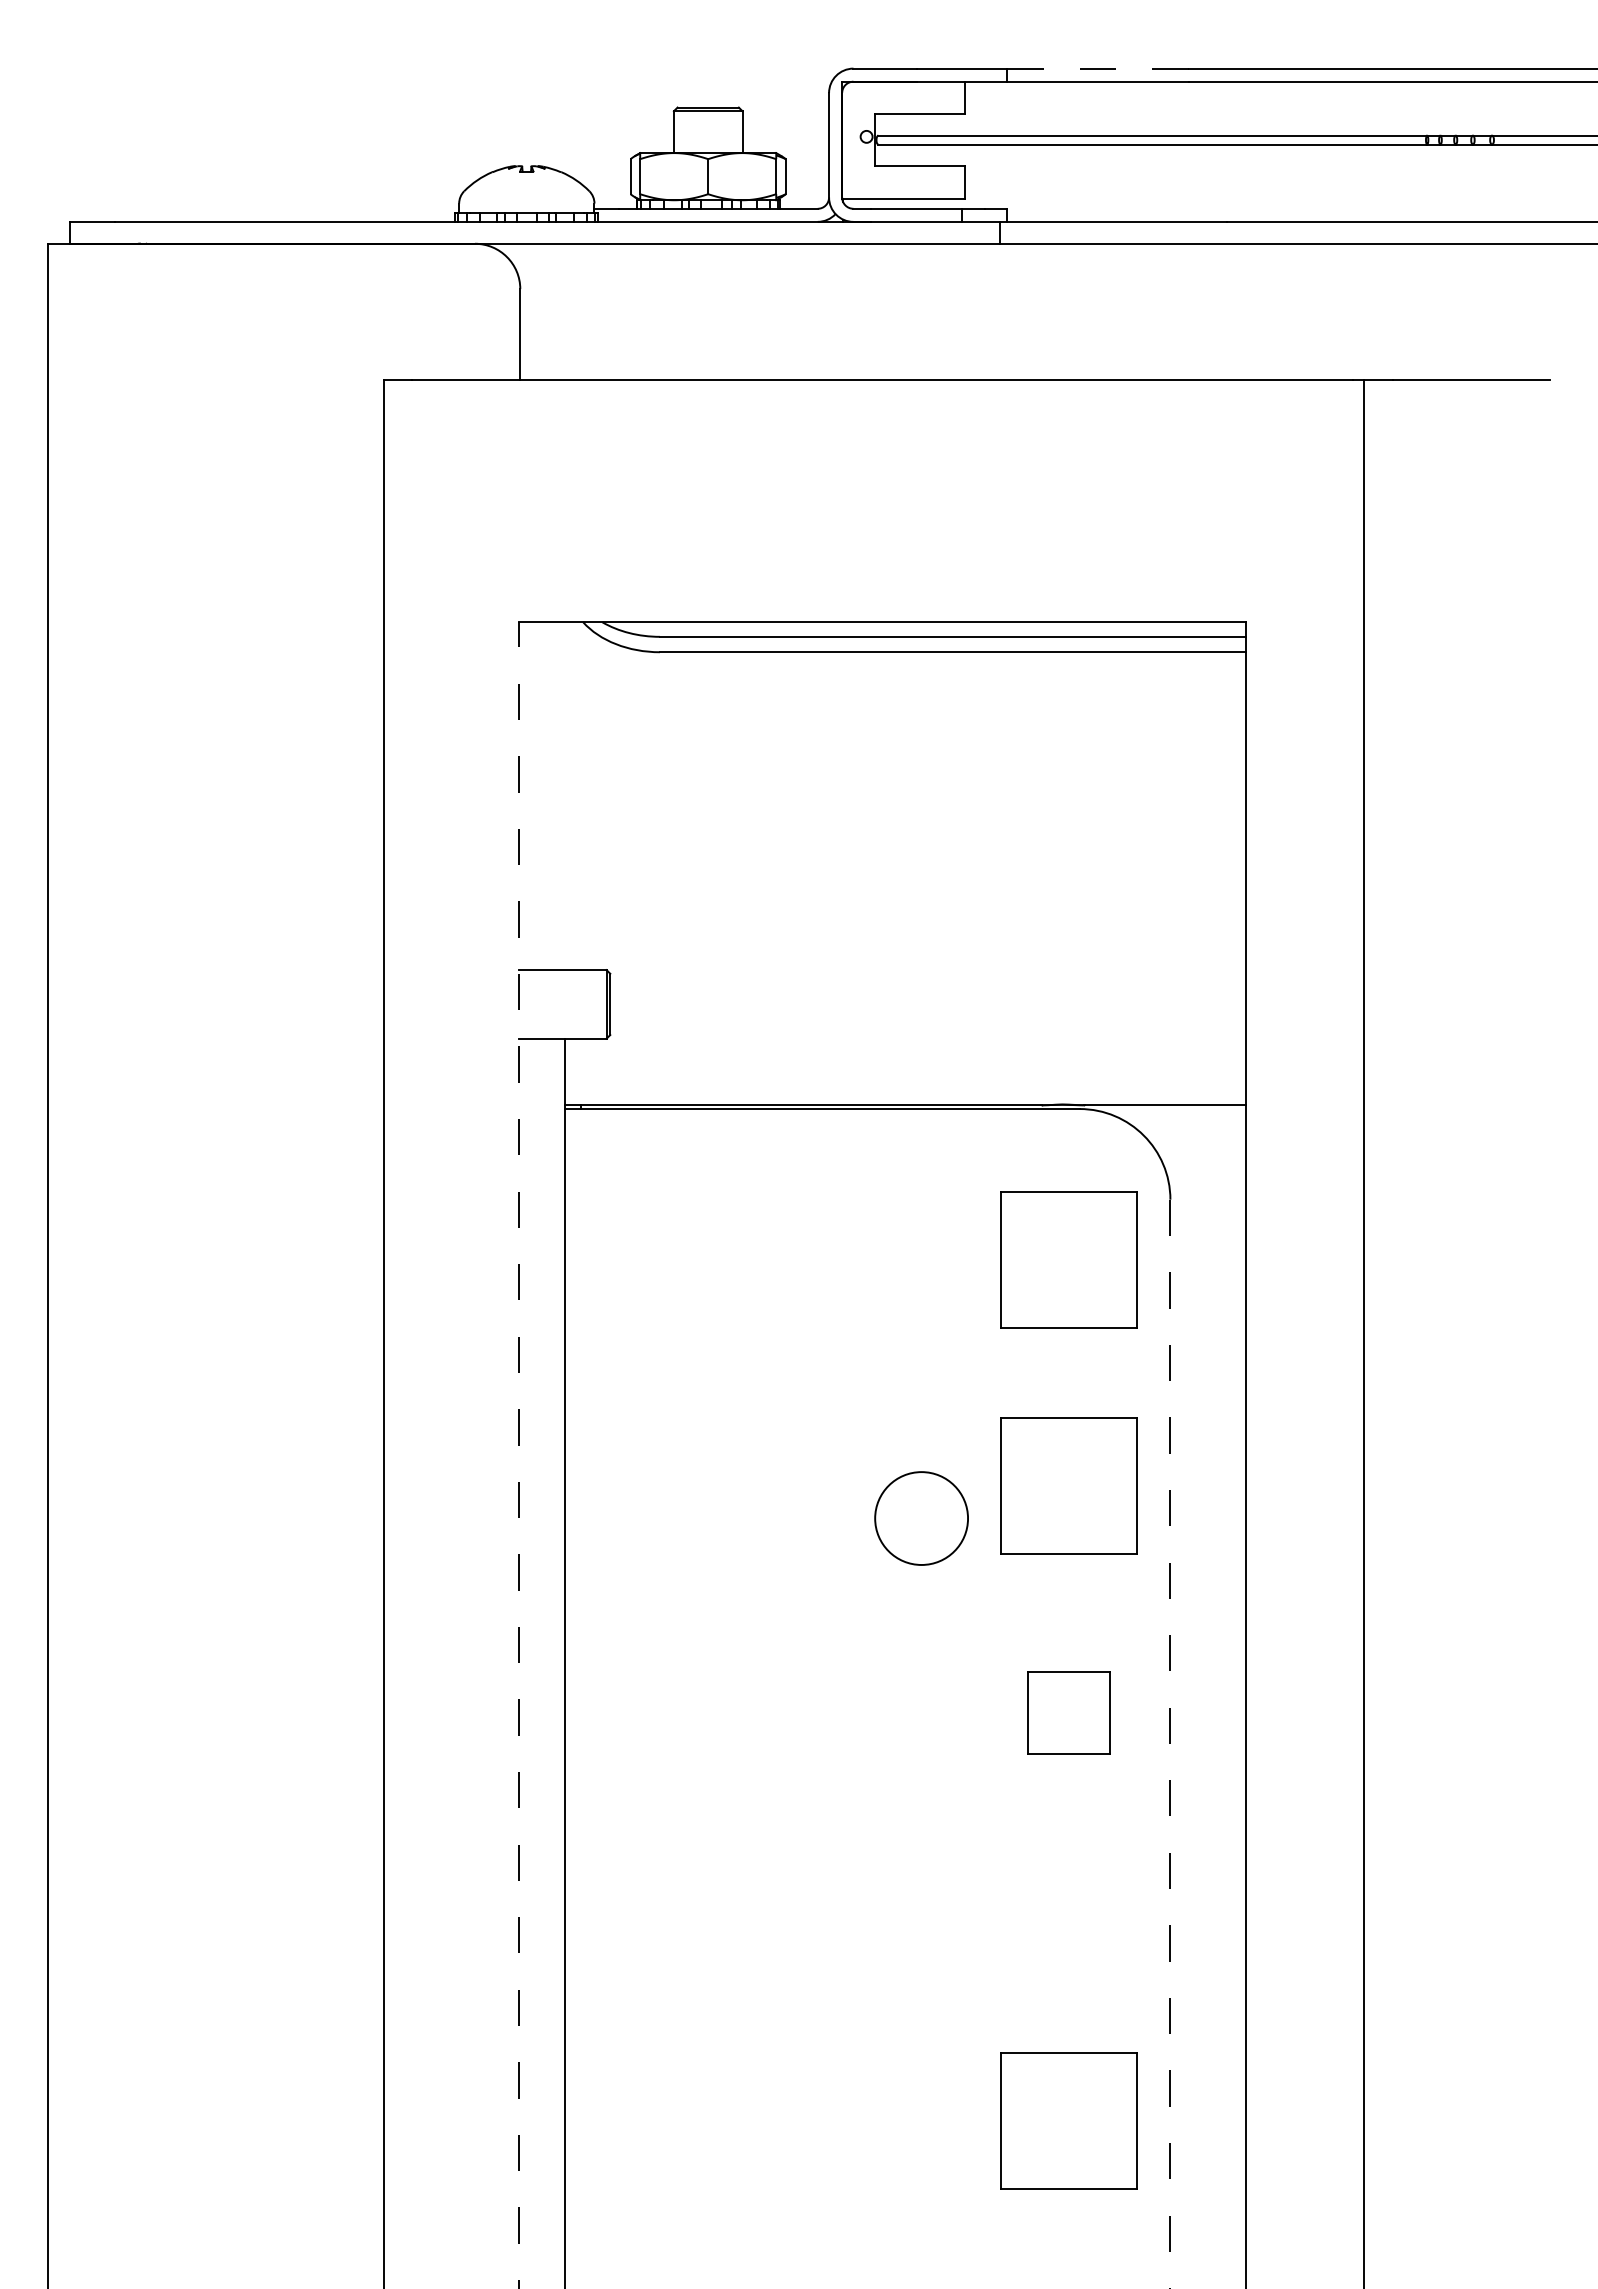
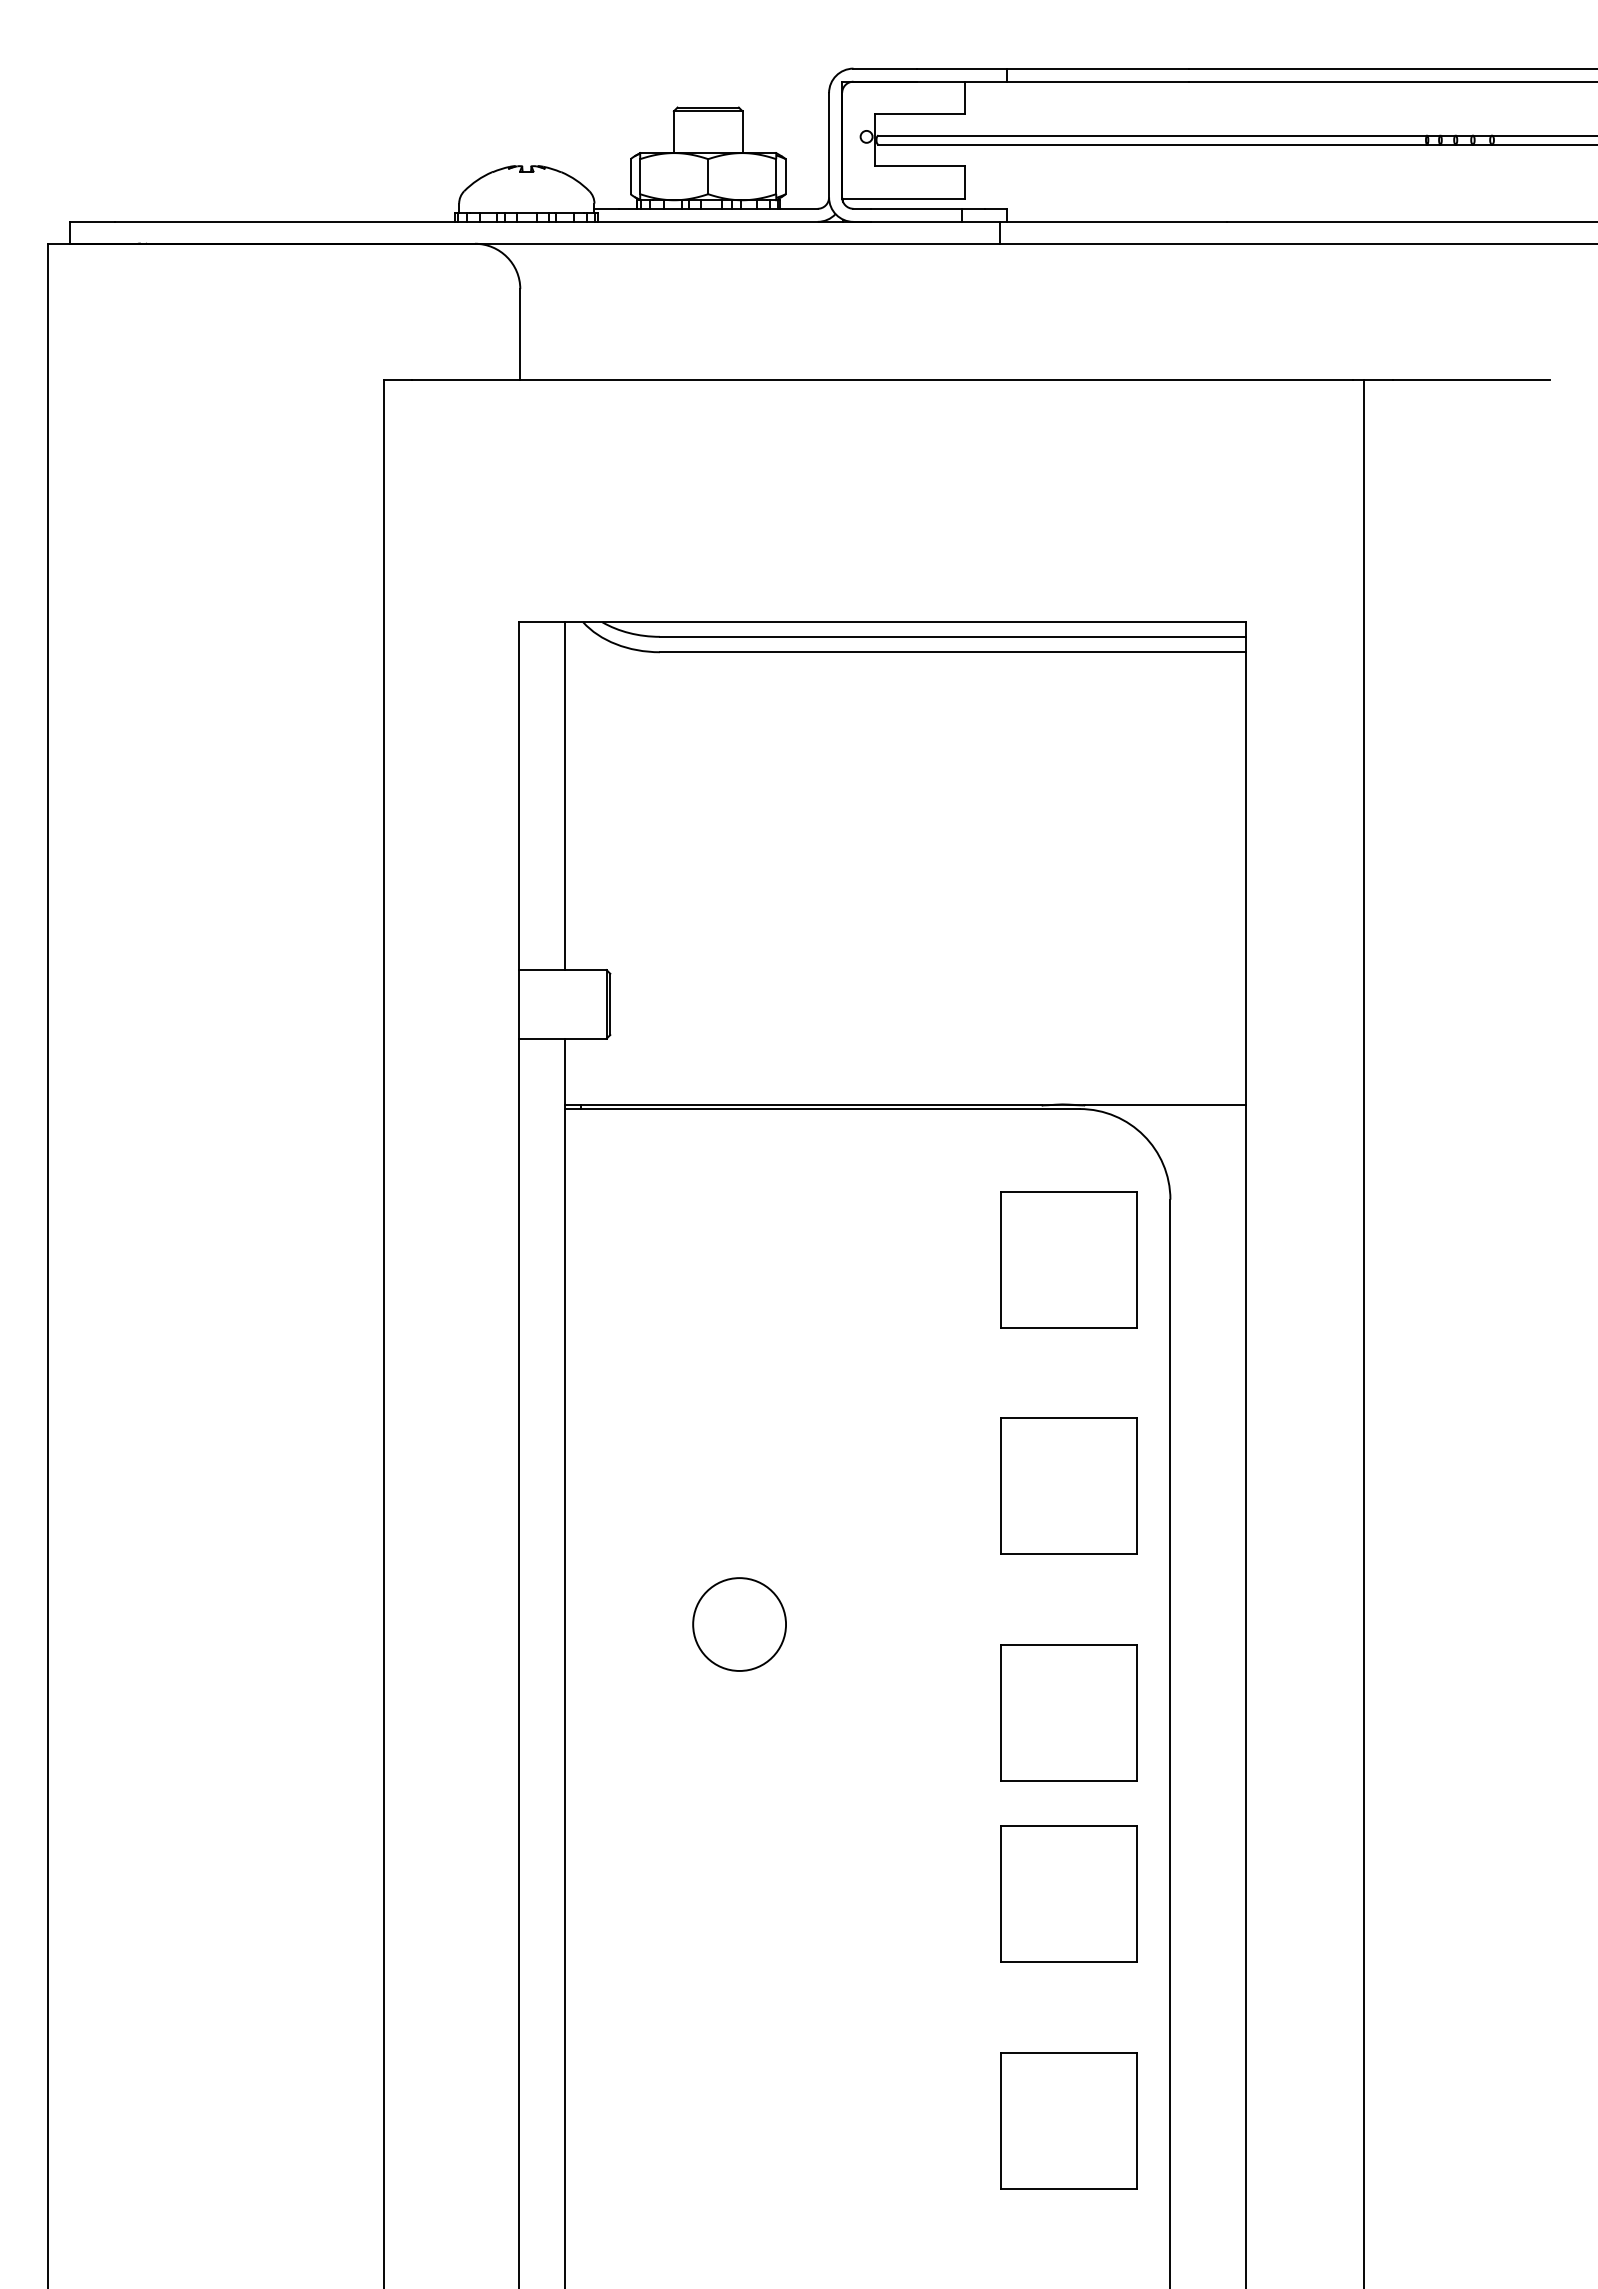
line at (1097, 68): dashed -> solid
line at (565, 796): none -> present
line at (518, 1455): dashed -> solid
circle at (921, 1518) position: (921, 1518) -> (739, 1624)
part at (1068, 1712) size: 84x84 px -> 138x138 px
line at (1170, 1744): dashed -> solid
part at (1068, 1893): none -> present
